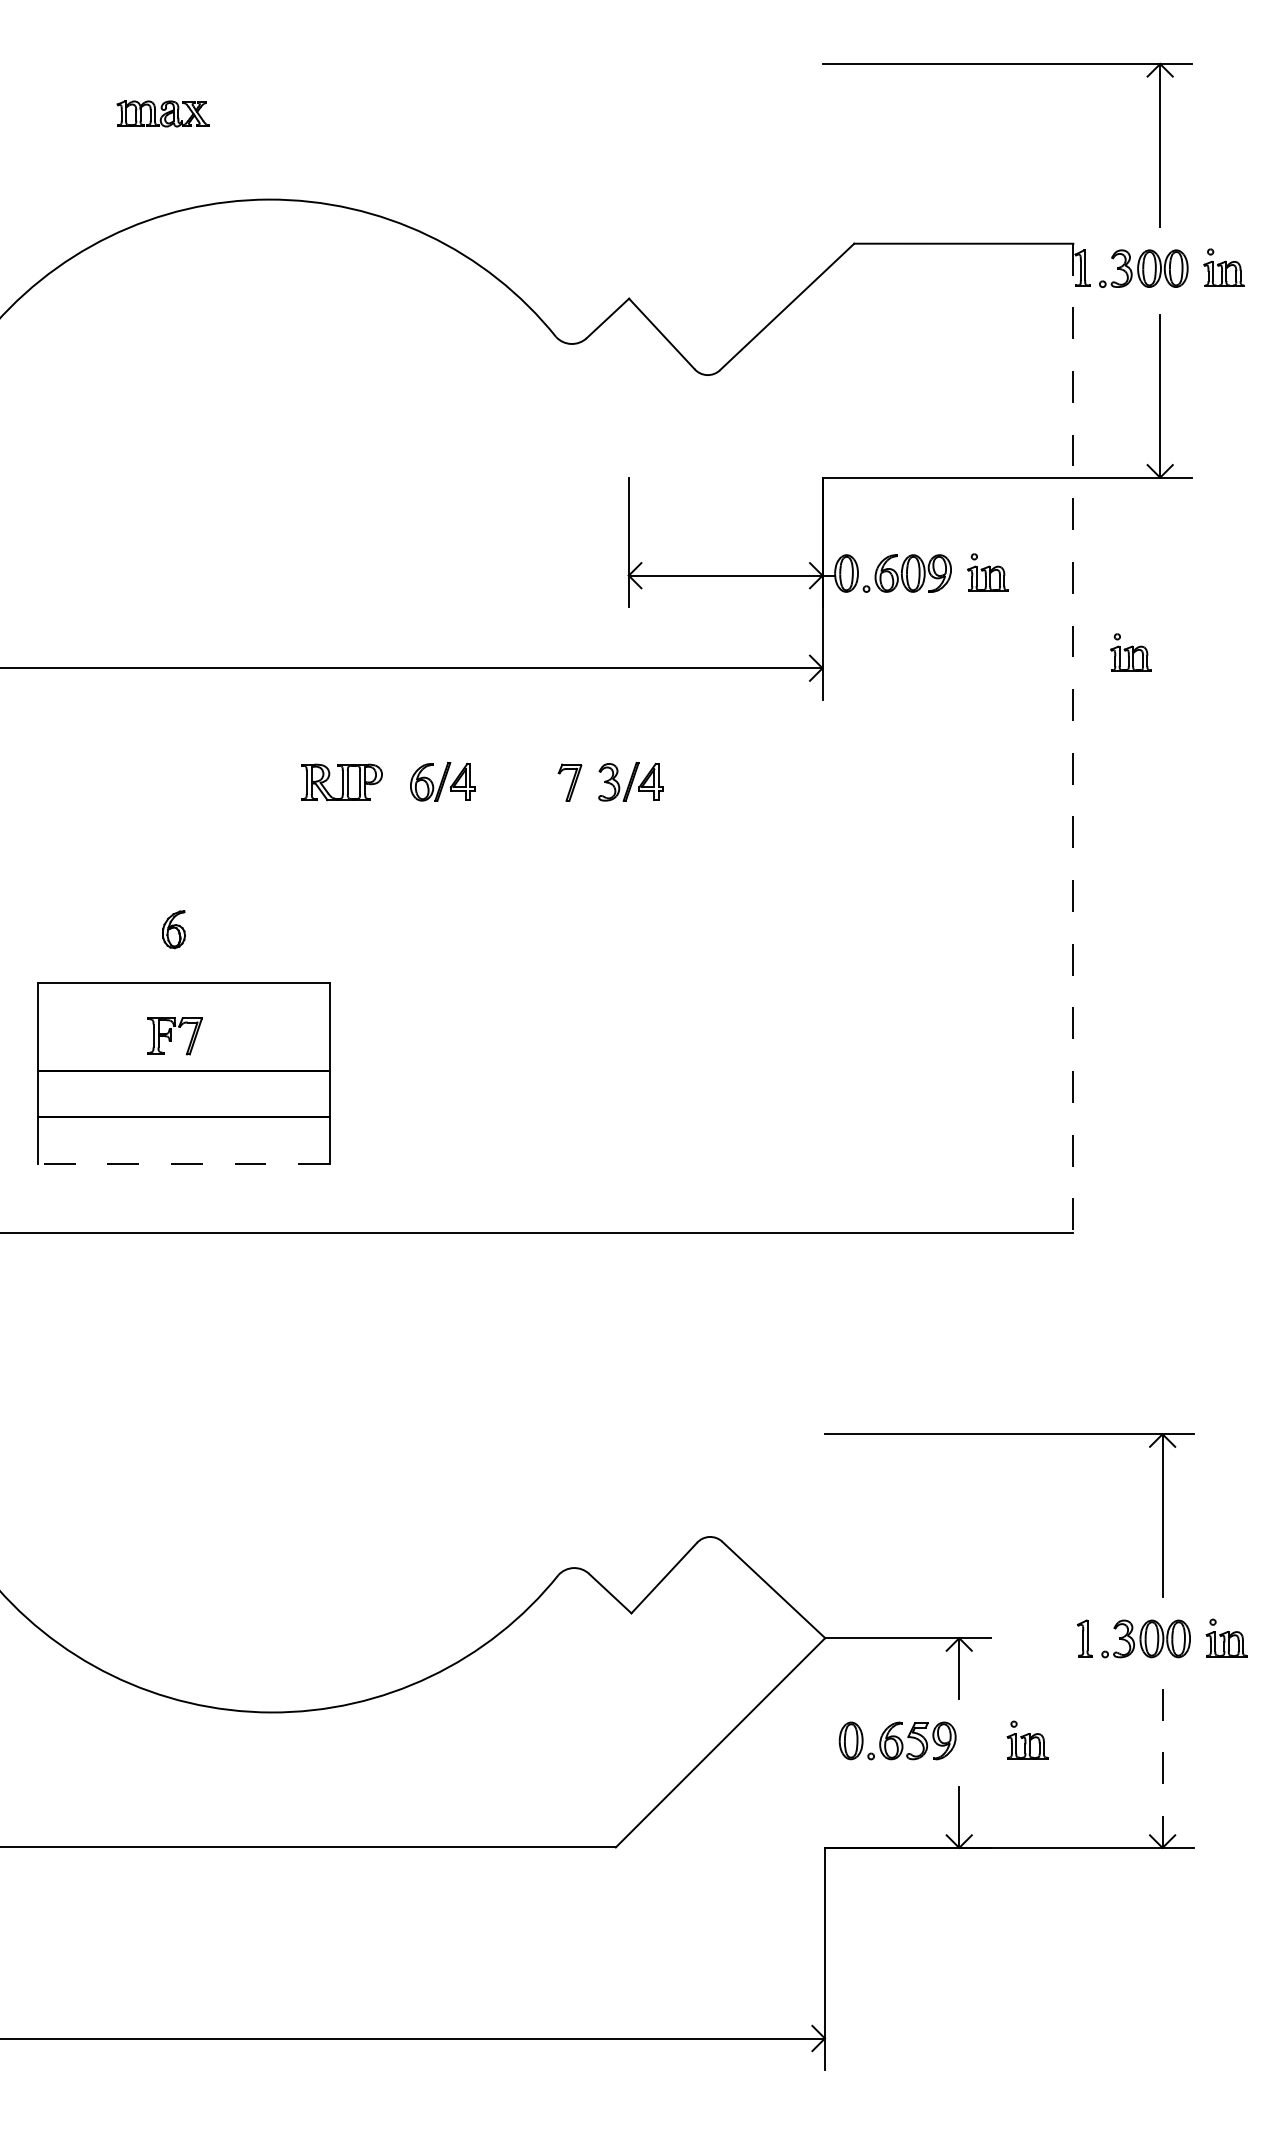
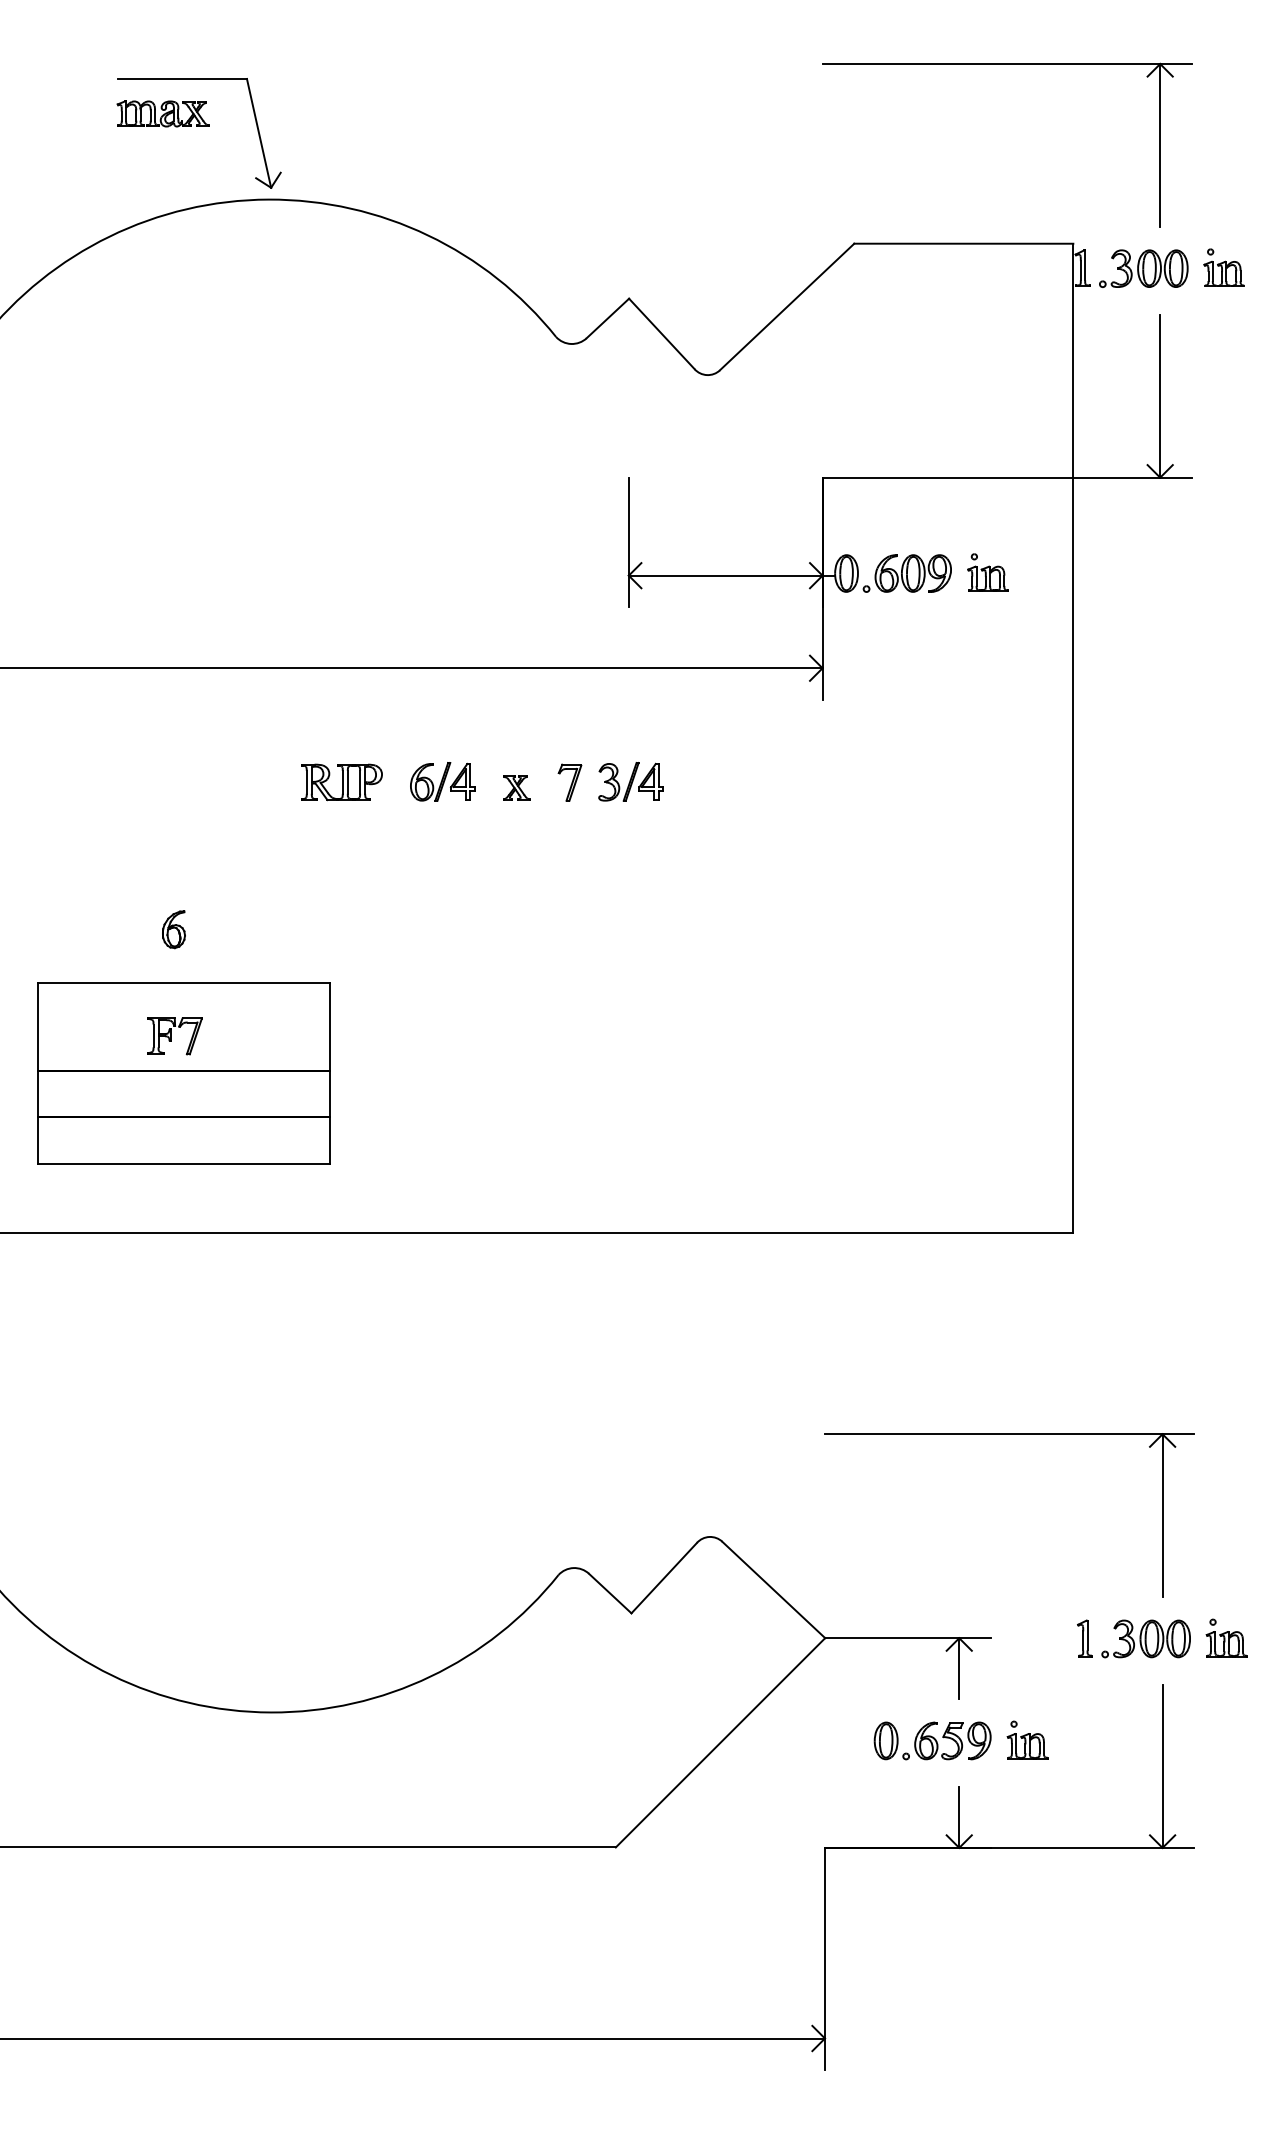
part at (199, 79): none -> present
part at (1130, 652): present -> none
line at (1073, 738): dashed -> solid
part at (516, 787): none -> present
line at (184, 1163): dashed -> solid
part at (897, 1740) position: (897, 1740) -> (932, 1740)
line at (1162, 1765): dashed -> solid
